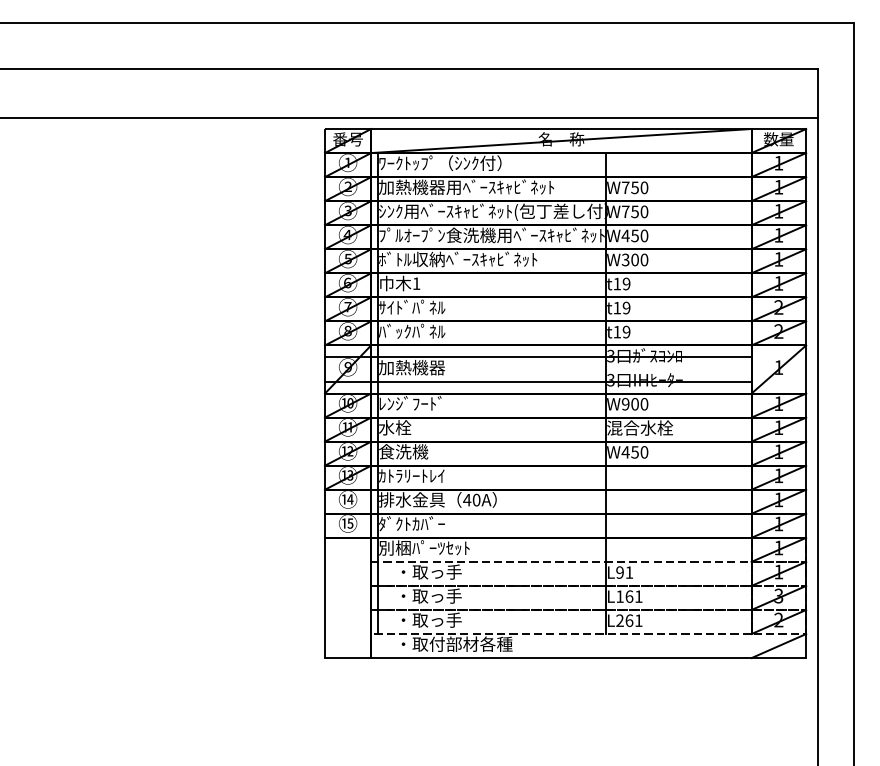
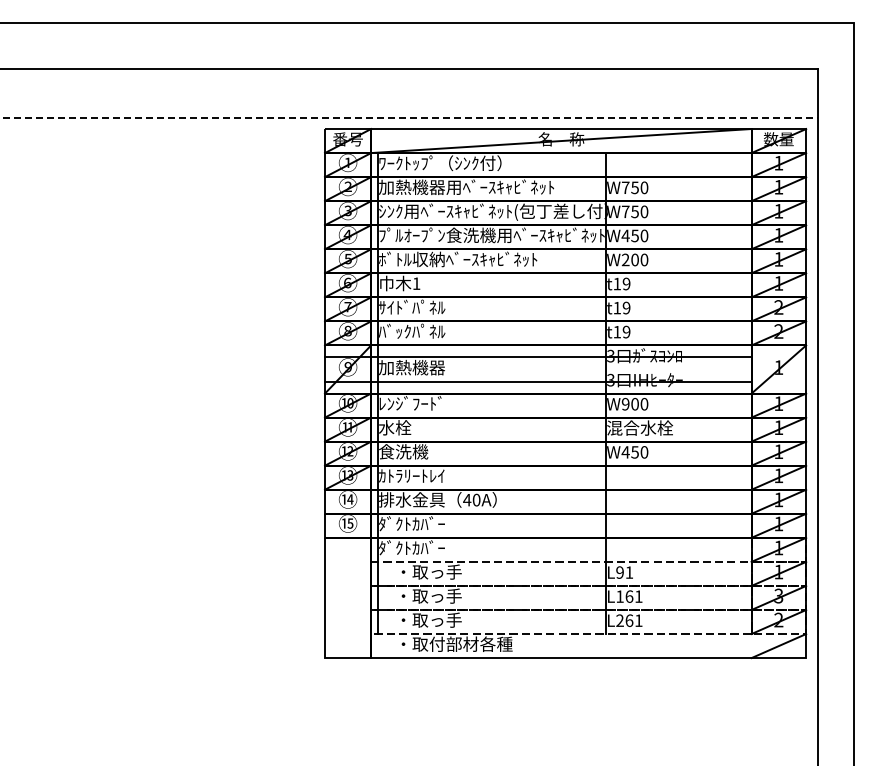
line at (409, 118): solid -> dashed
text at (625, 260): W300 -> W200
text at (424, 547): 別梱ﾊﾟｰﾂｾｯﾄ -> ﾀﾞｸﾄｶﾊﾞｰ
